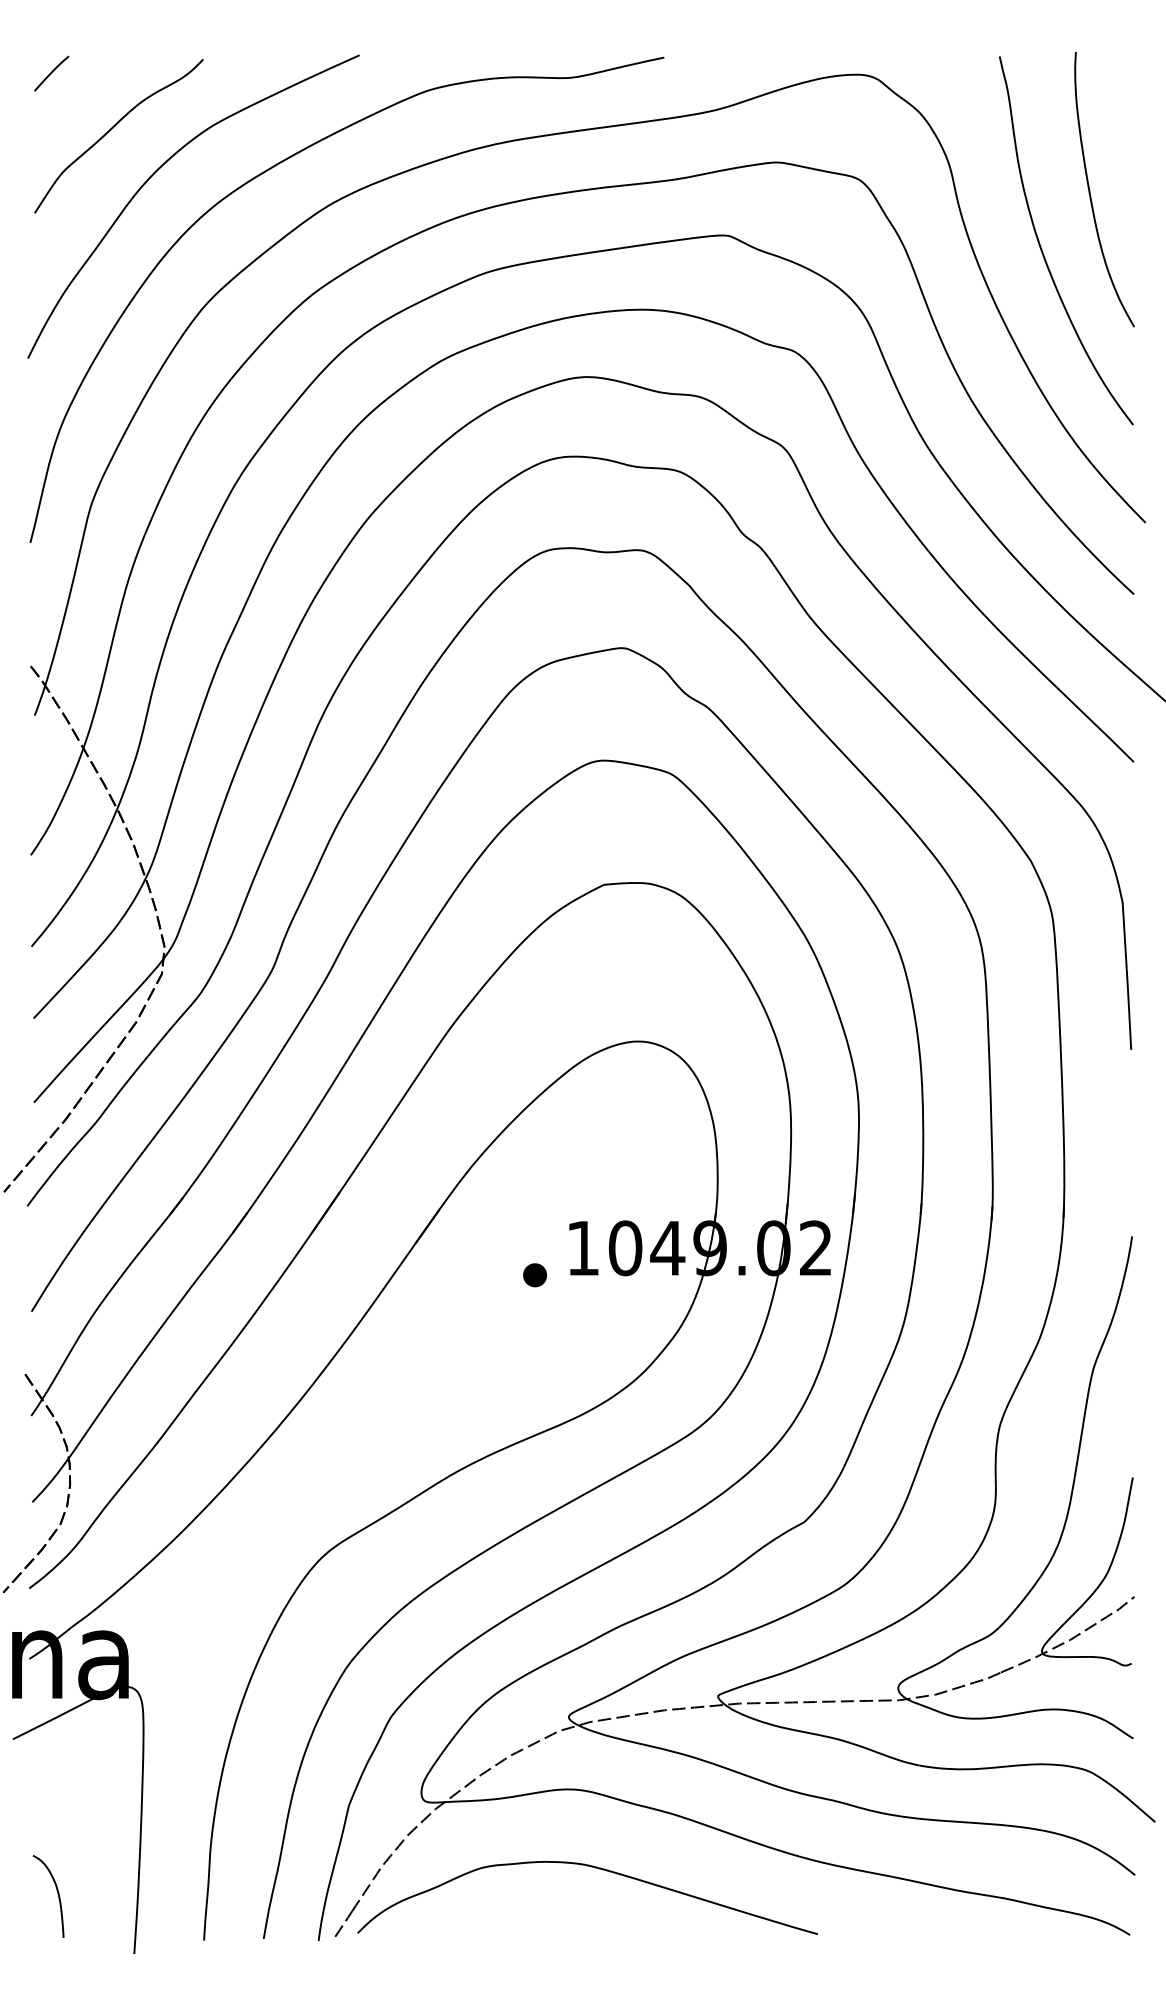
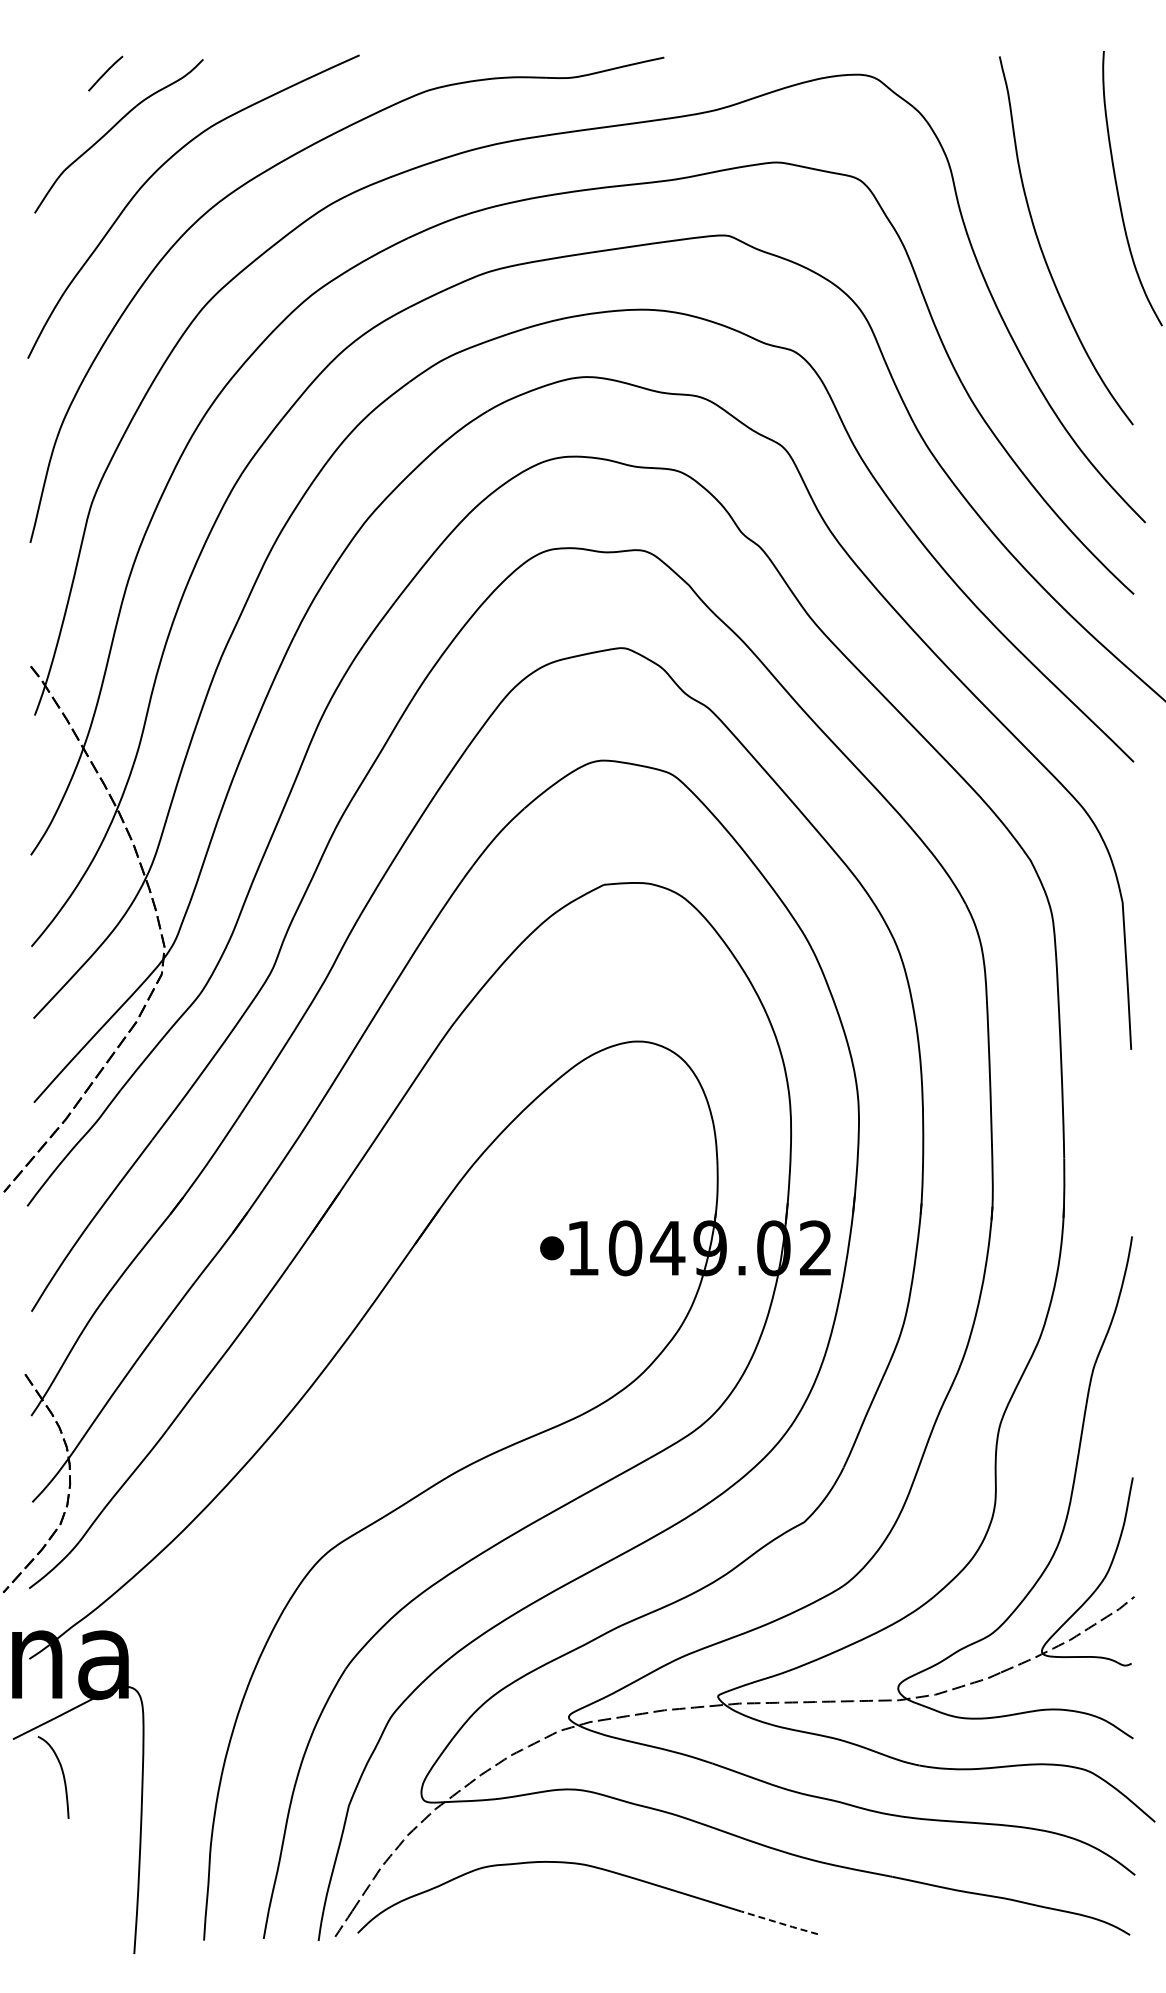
line at (51, 73) position: (51, 73) -> (105, 73)
curve at (1090, 190) position: (1090, 190) -> (1118, 189)
part at (535, 1275) position: (535, 1275) -> (552, 1248)
curve at (57, 1894) position: (57, 1894) -> (62, 1775)
line at (780, 1923): solid -> dashed
